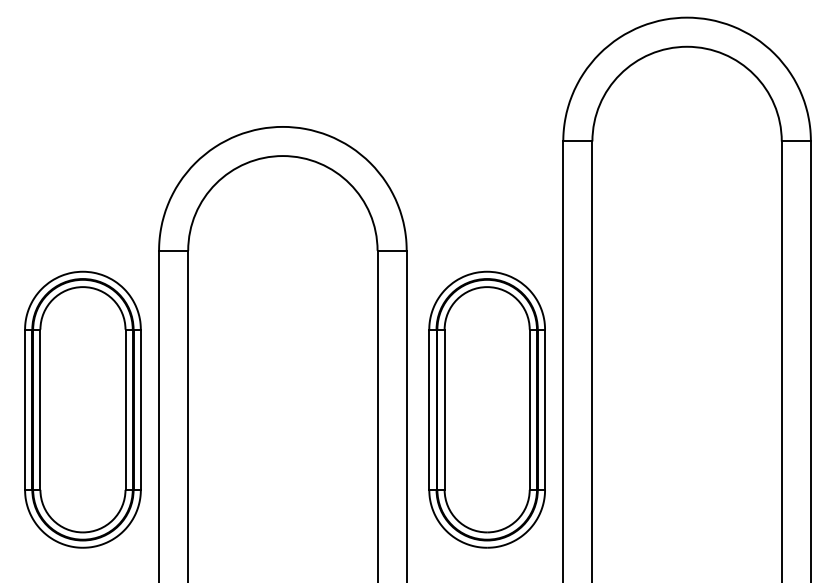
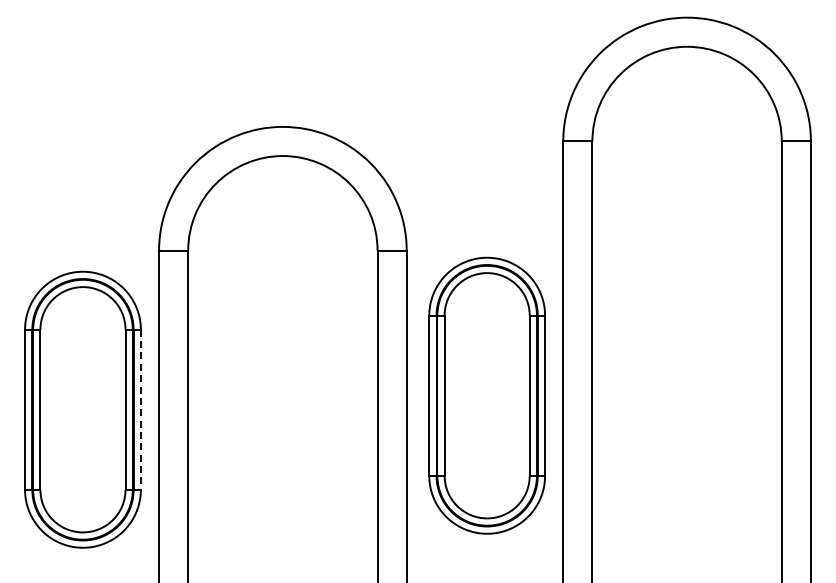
part at (486, 409) position: (486, 409) -> (486, 395)
line at (140, 410): solid -> dashed
